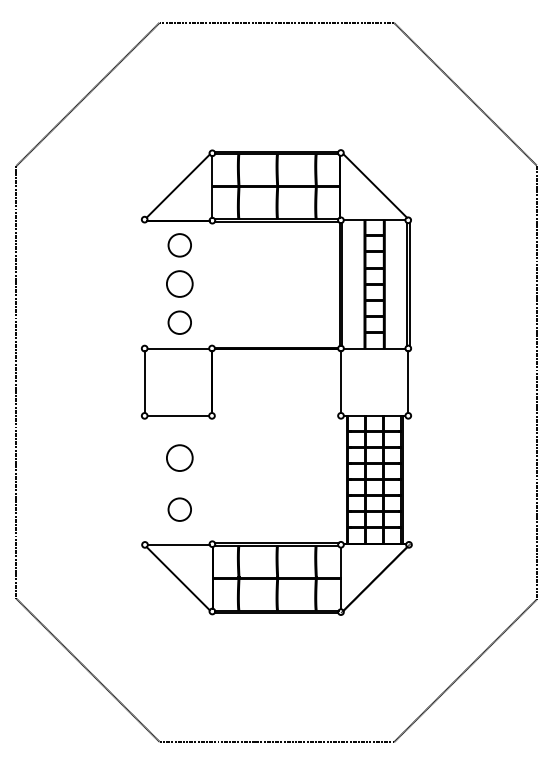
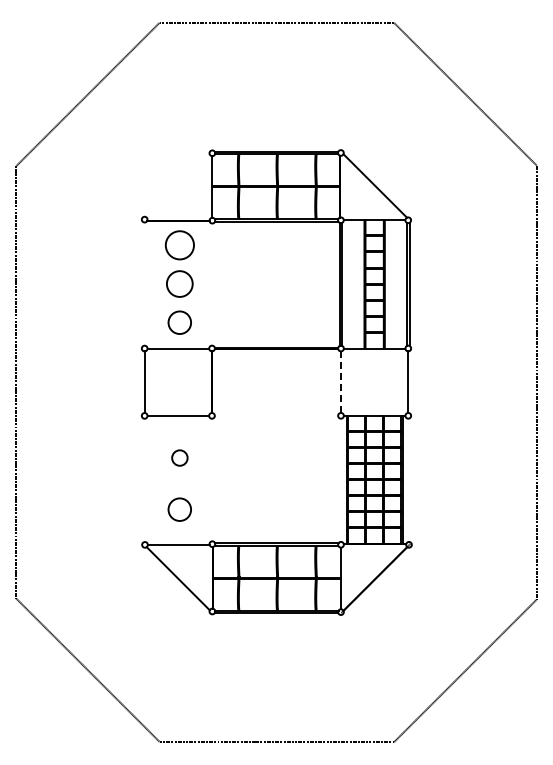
line at (177, 185): present -> none
circle at (179, 245) size: 25x25 px -> 31x31 px
line at (341, 382): solid -> dashed
circle at (179, 457) size: 28x28 px -> 18x18 px
